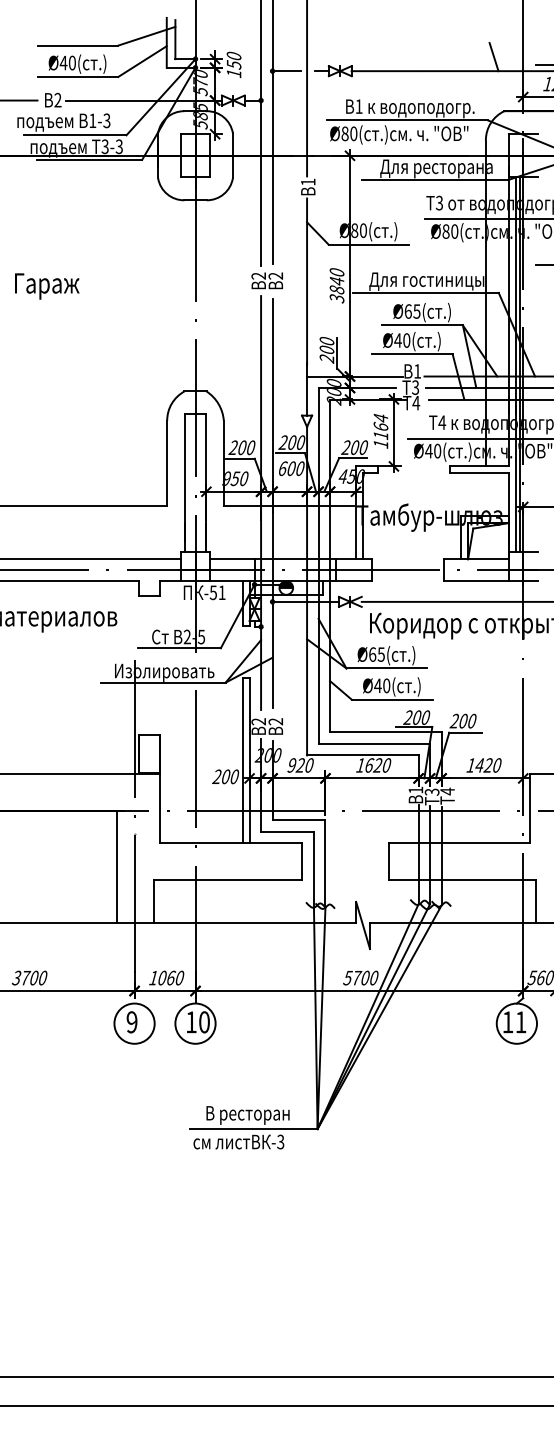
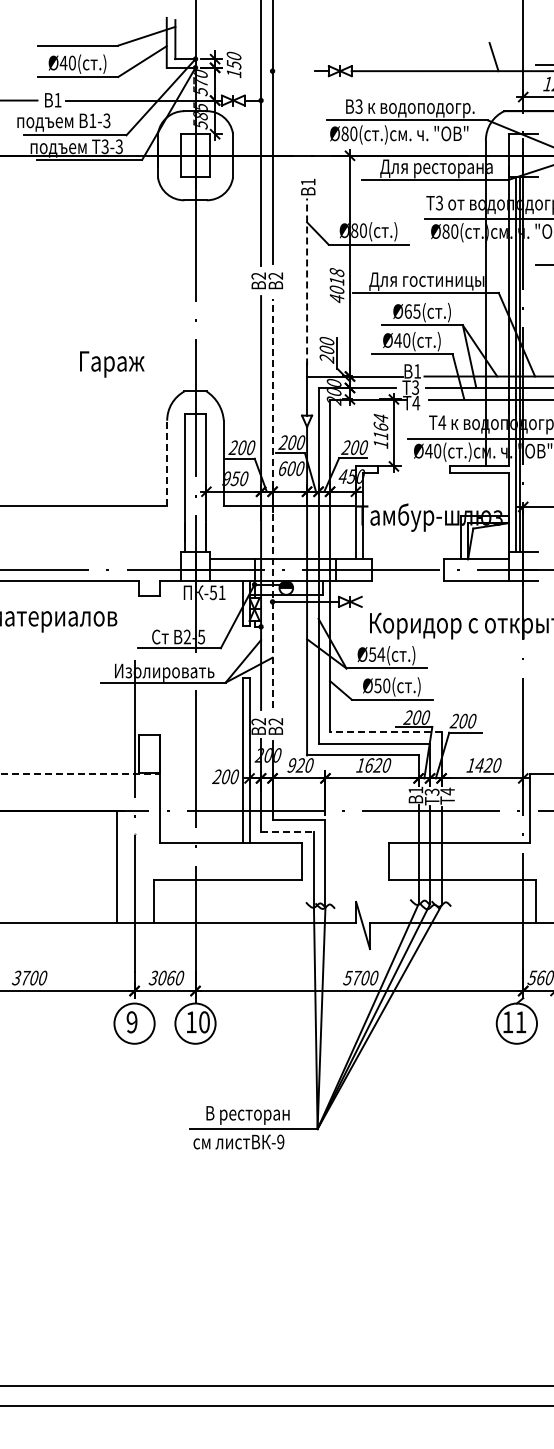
line at (286, 71): present -> none
line at (307, 89): present -> none
text at (57, 99): 2 -> 1
text at (358, 106): 1 -> 3
line at (307, 281): solid -> dashed
text at (336, 285): 3840 -> 4018
text at (47, 286) position: (47, 286) -> (112, 364)
line at (167, 463): solid -> dashed
line at (272, 503): solid -> dashed
line at (91, 559): present -> none
line at (455, 601): present -> none
text at (377, 654): Ø65( -> Ø54(
text at (377, 685): Ø40( -> Ø50(
line at (385, 732): solid -> dashed
line at (80, 774): solid -> dashed
line at (288, 831): solid -> dashed
text at (153, 977): 1060 -> 3060
text at (280, 1142): -3 -> -9
line at (276, 1376) position: (276, 1376) -> (276, 1385)
